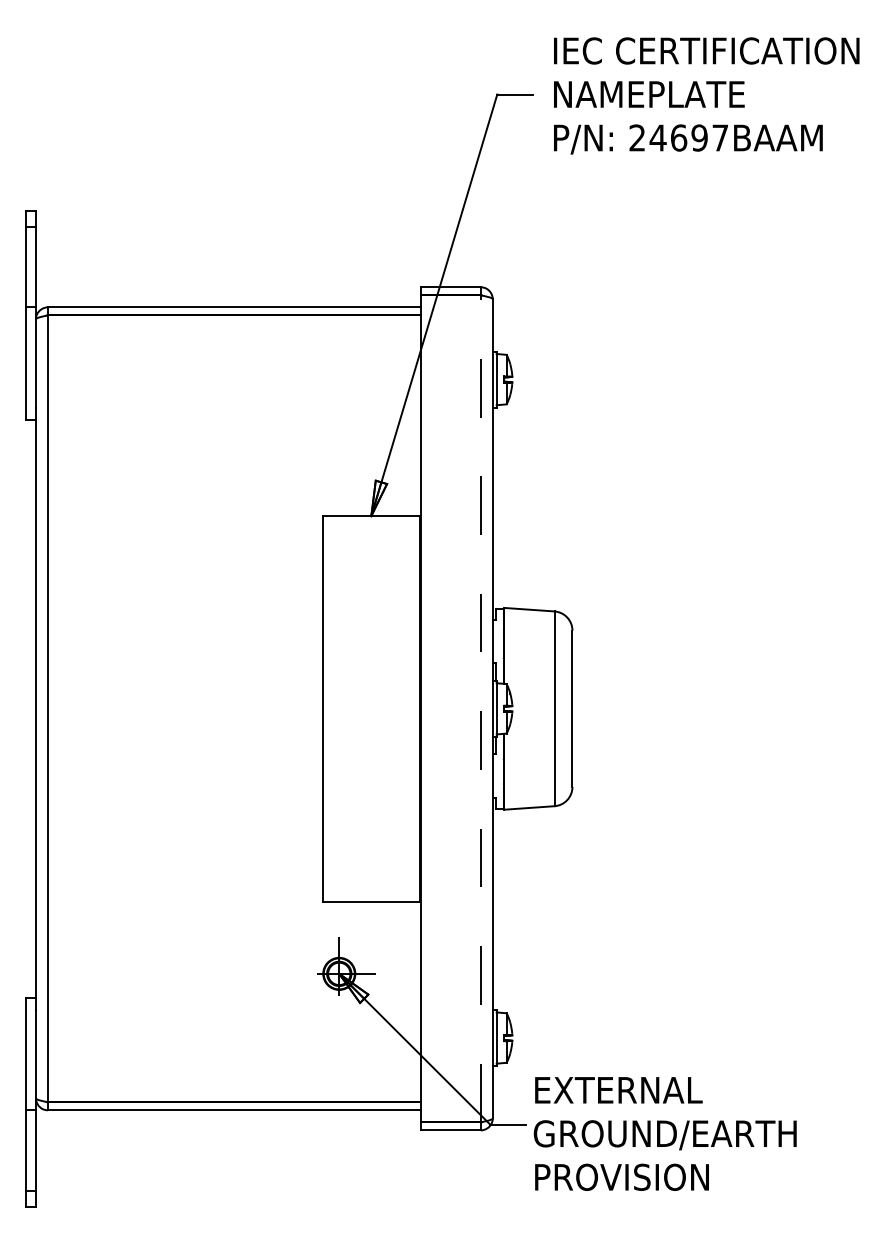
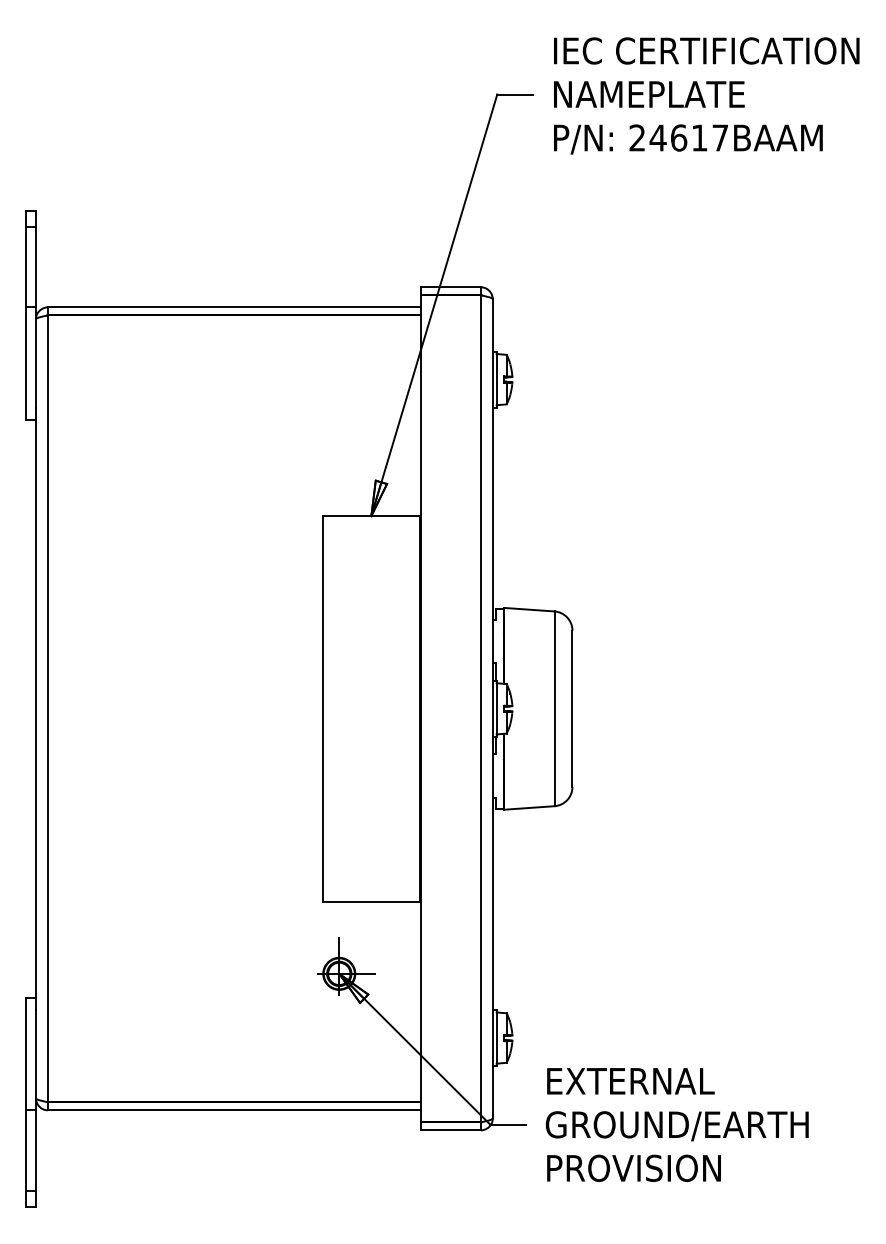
text at (699, 137): 24697BAAM -> 24617BAAM
line at (480, 708): dashed -> solid
text at (664, 1133) position: (664, 1133) -> (676, 1124)
